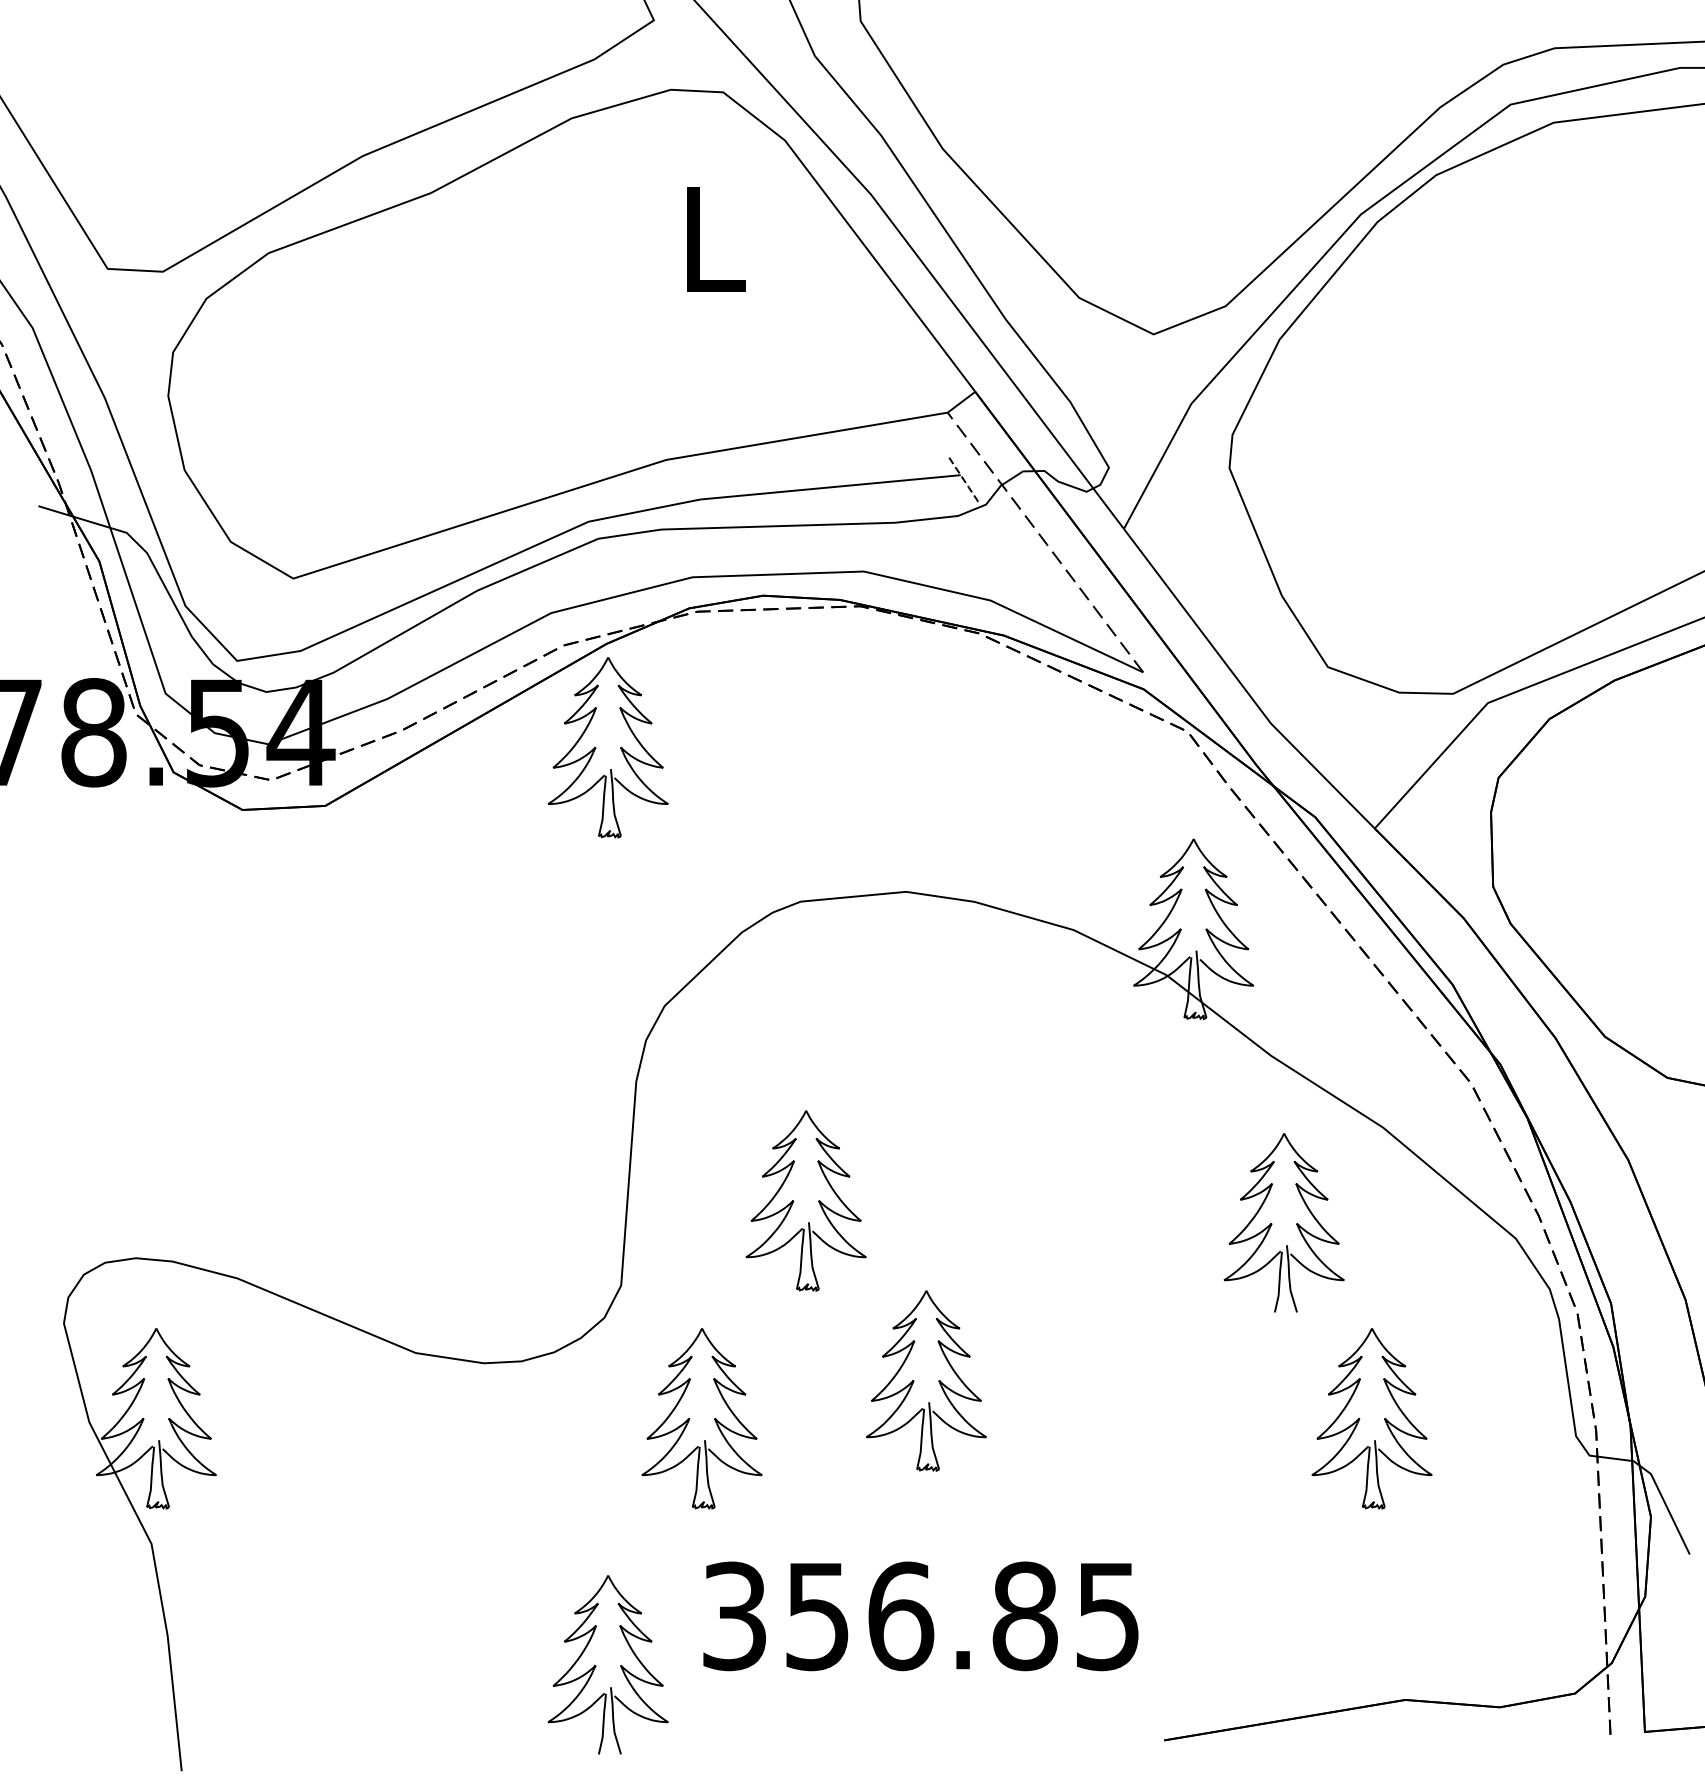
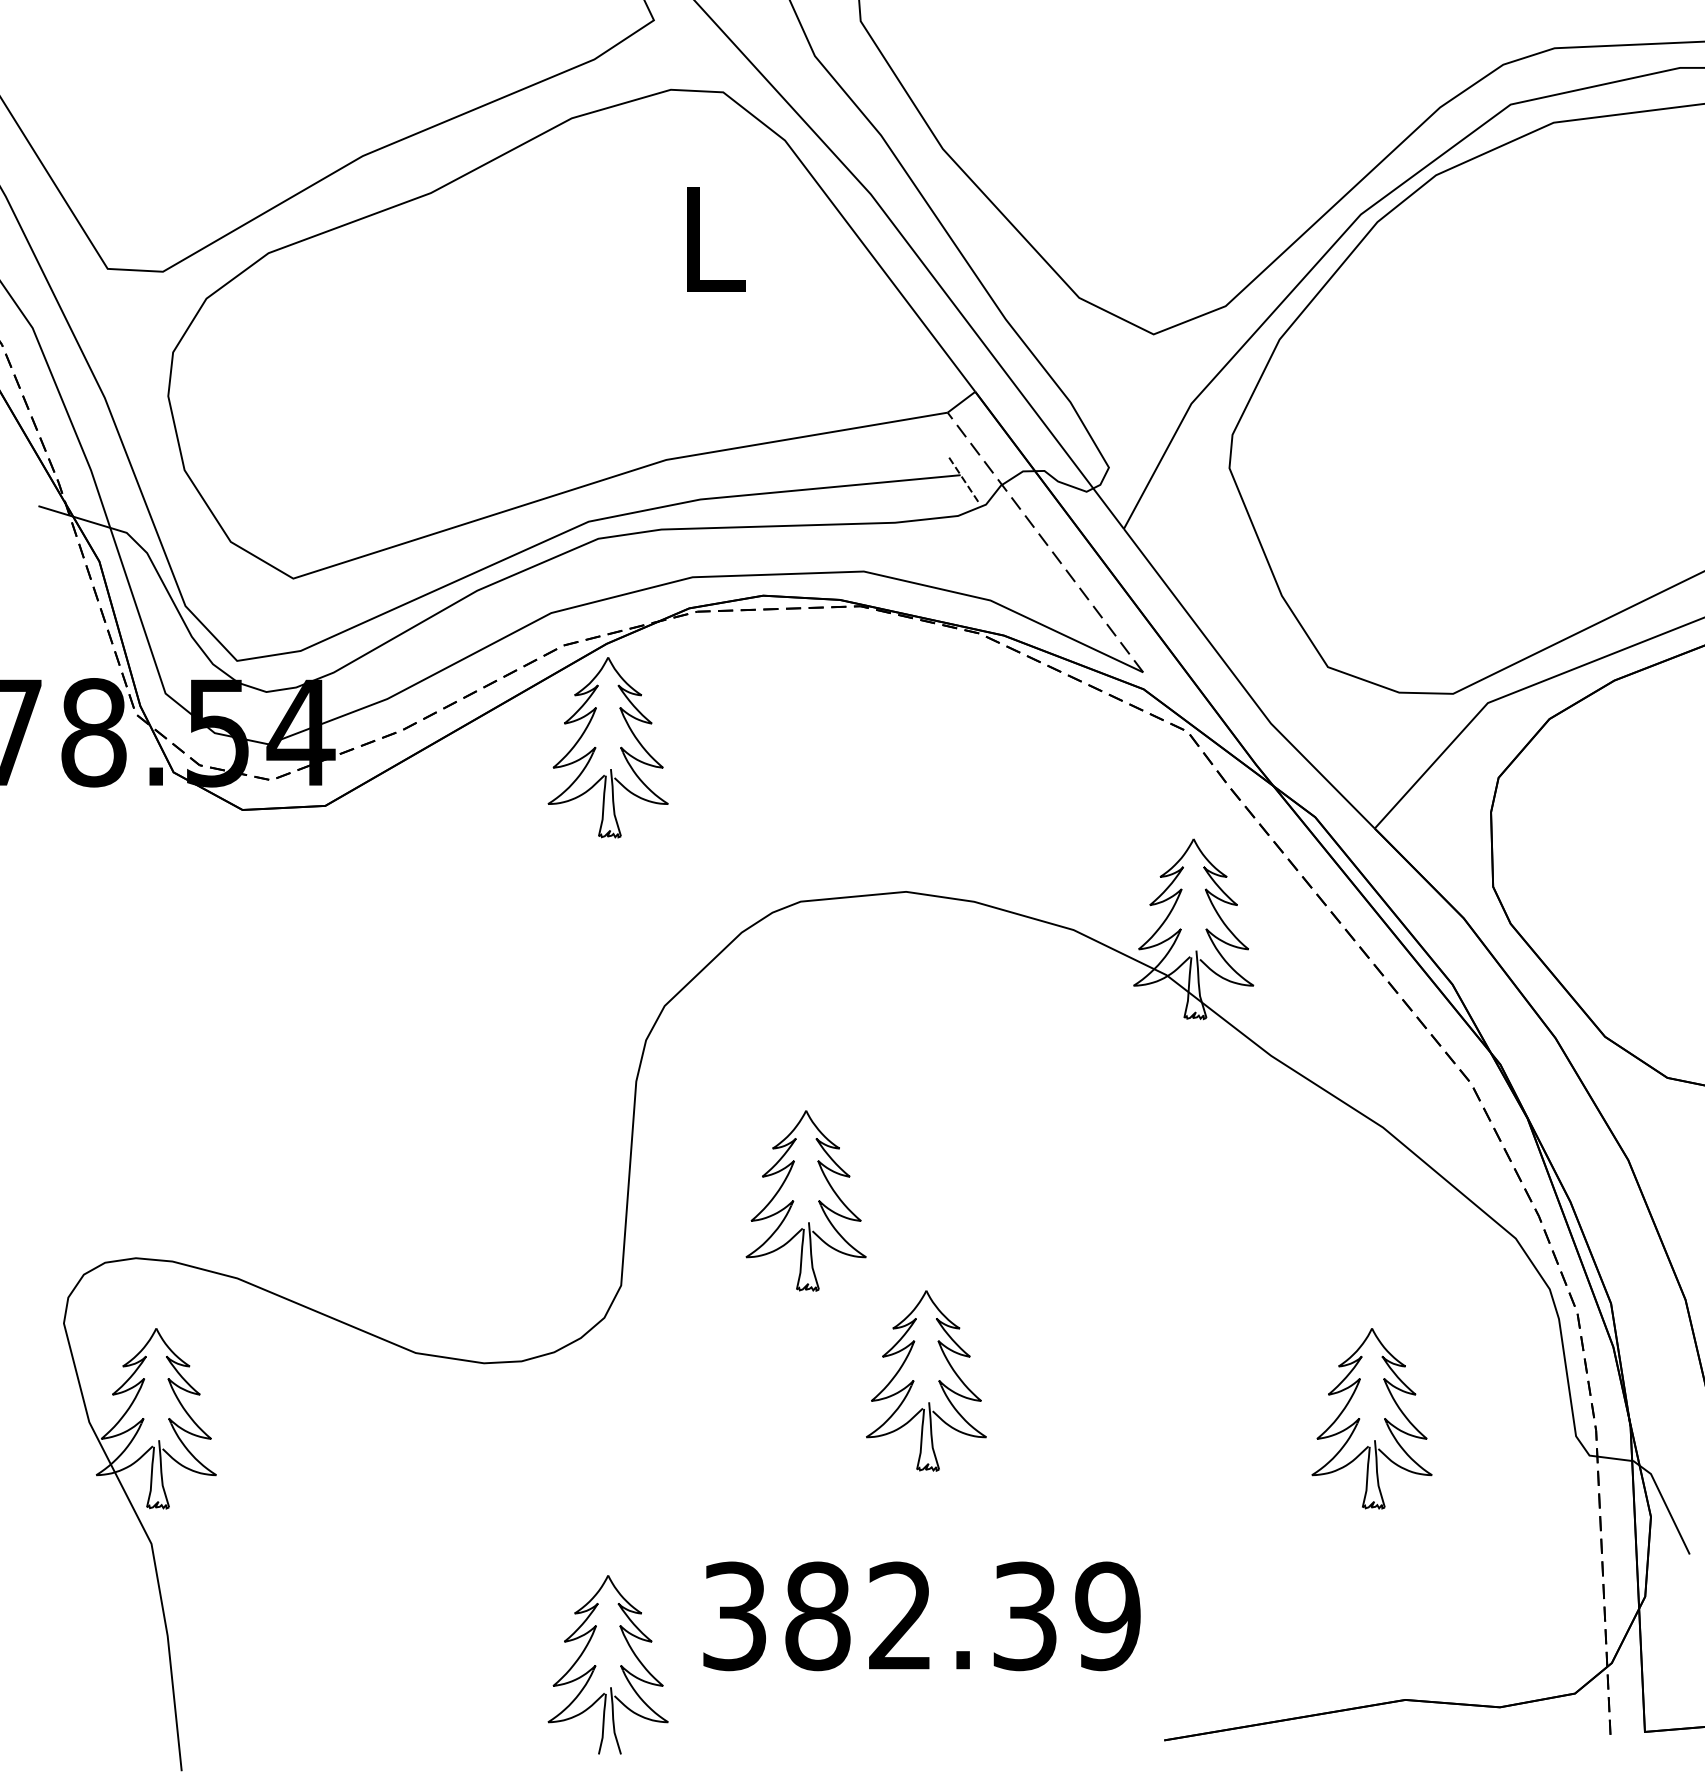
part at (1272, 1223): present -> none
part at (690, 1418): present -> none
text at (962, 1616): 356.85 -> 382.39
